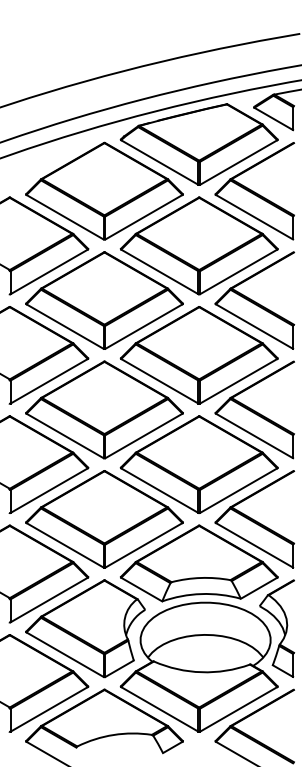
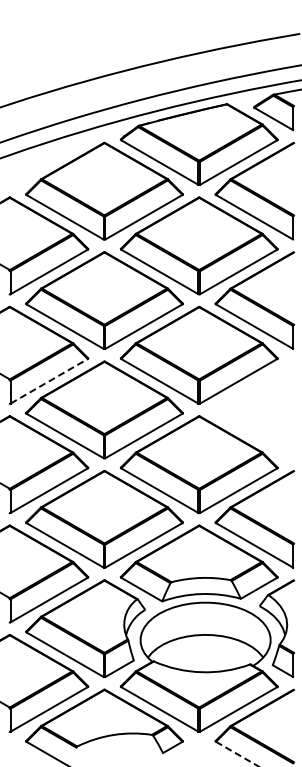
line at (49, 381): solid -> dashed
part at (254, 409): present -> none
line at (237, 754): solid -> dashed
